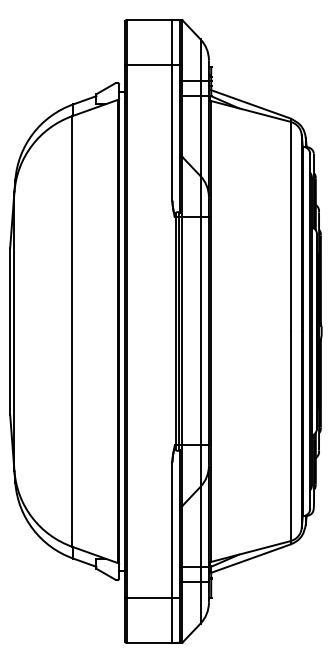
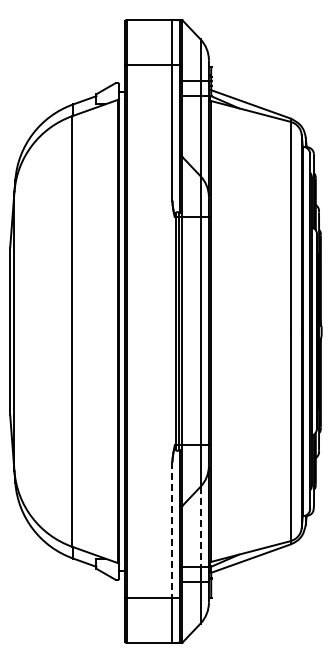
line at (200, 527): solid -> dashed
line at (172, 529): solid -> dashed
